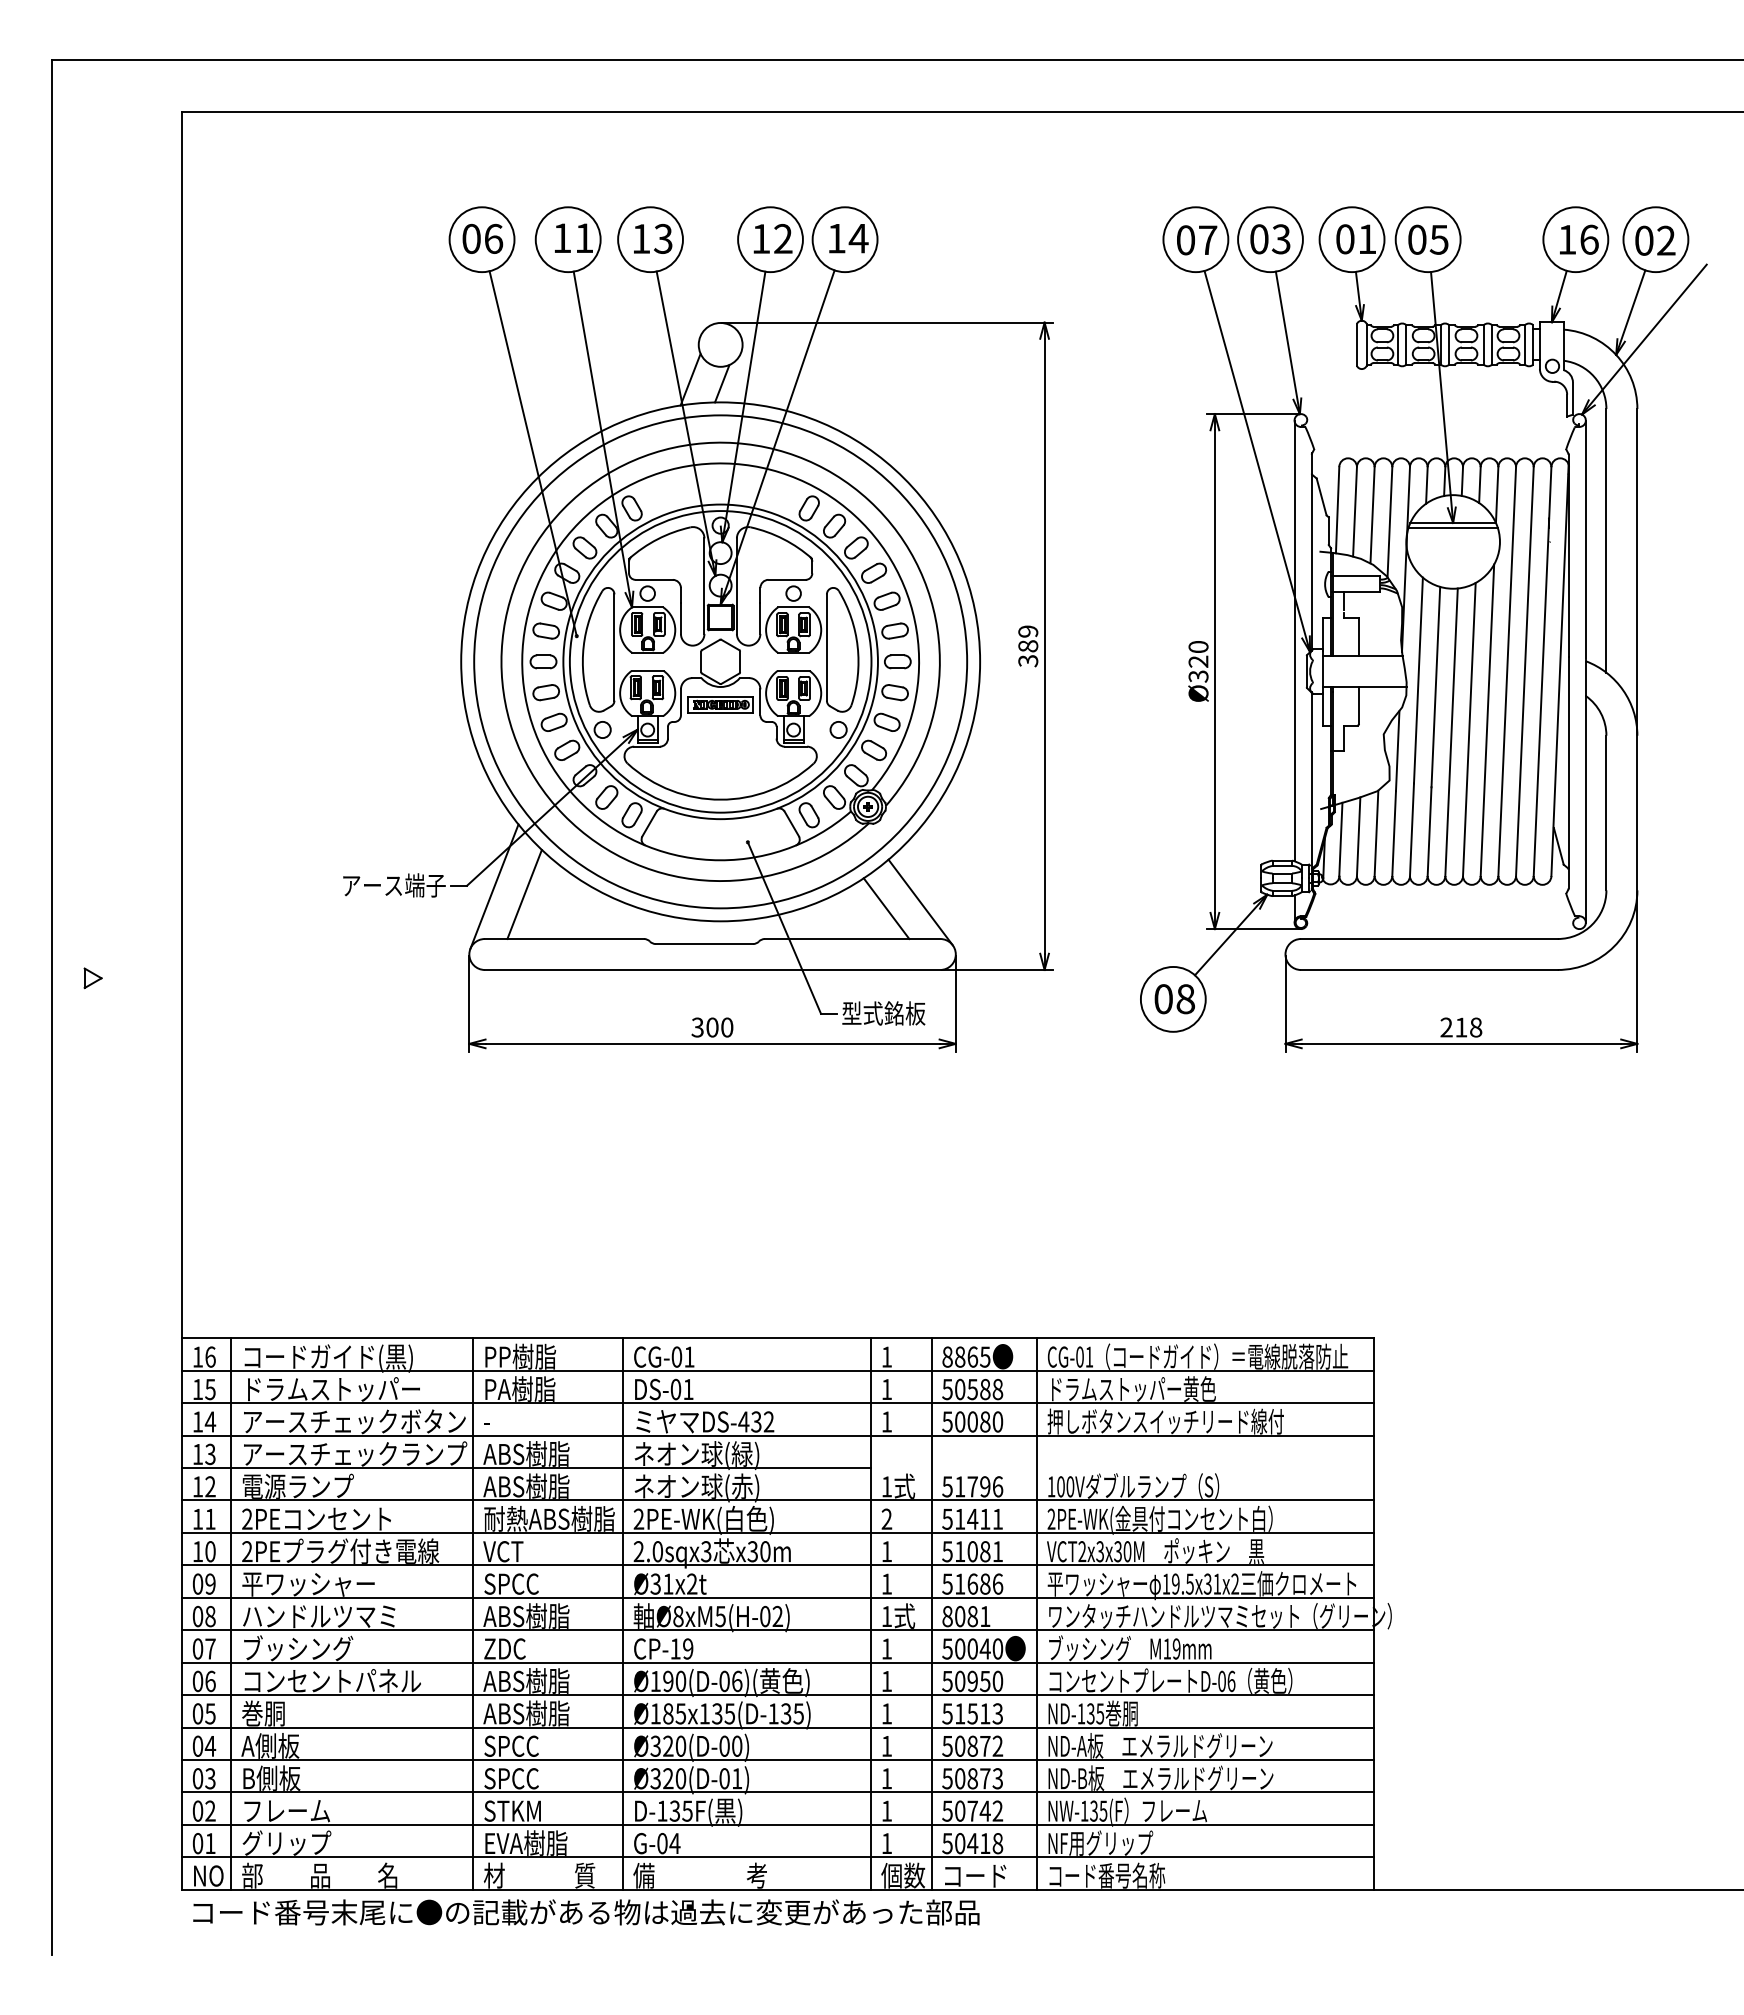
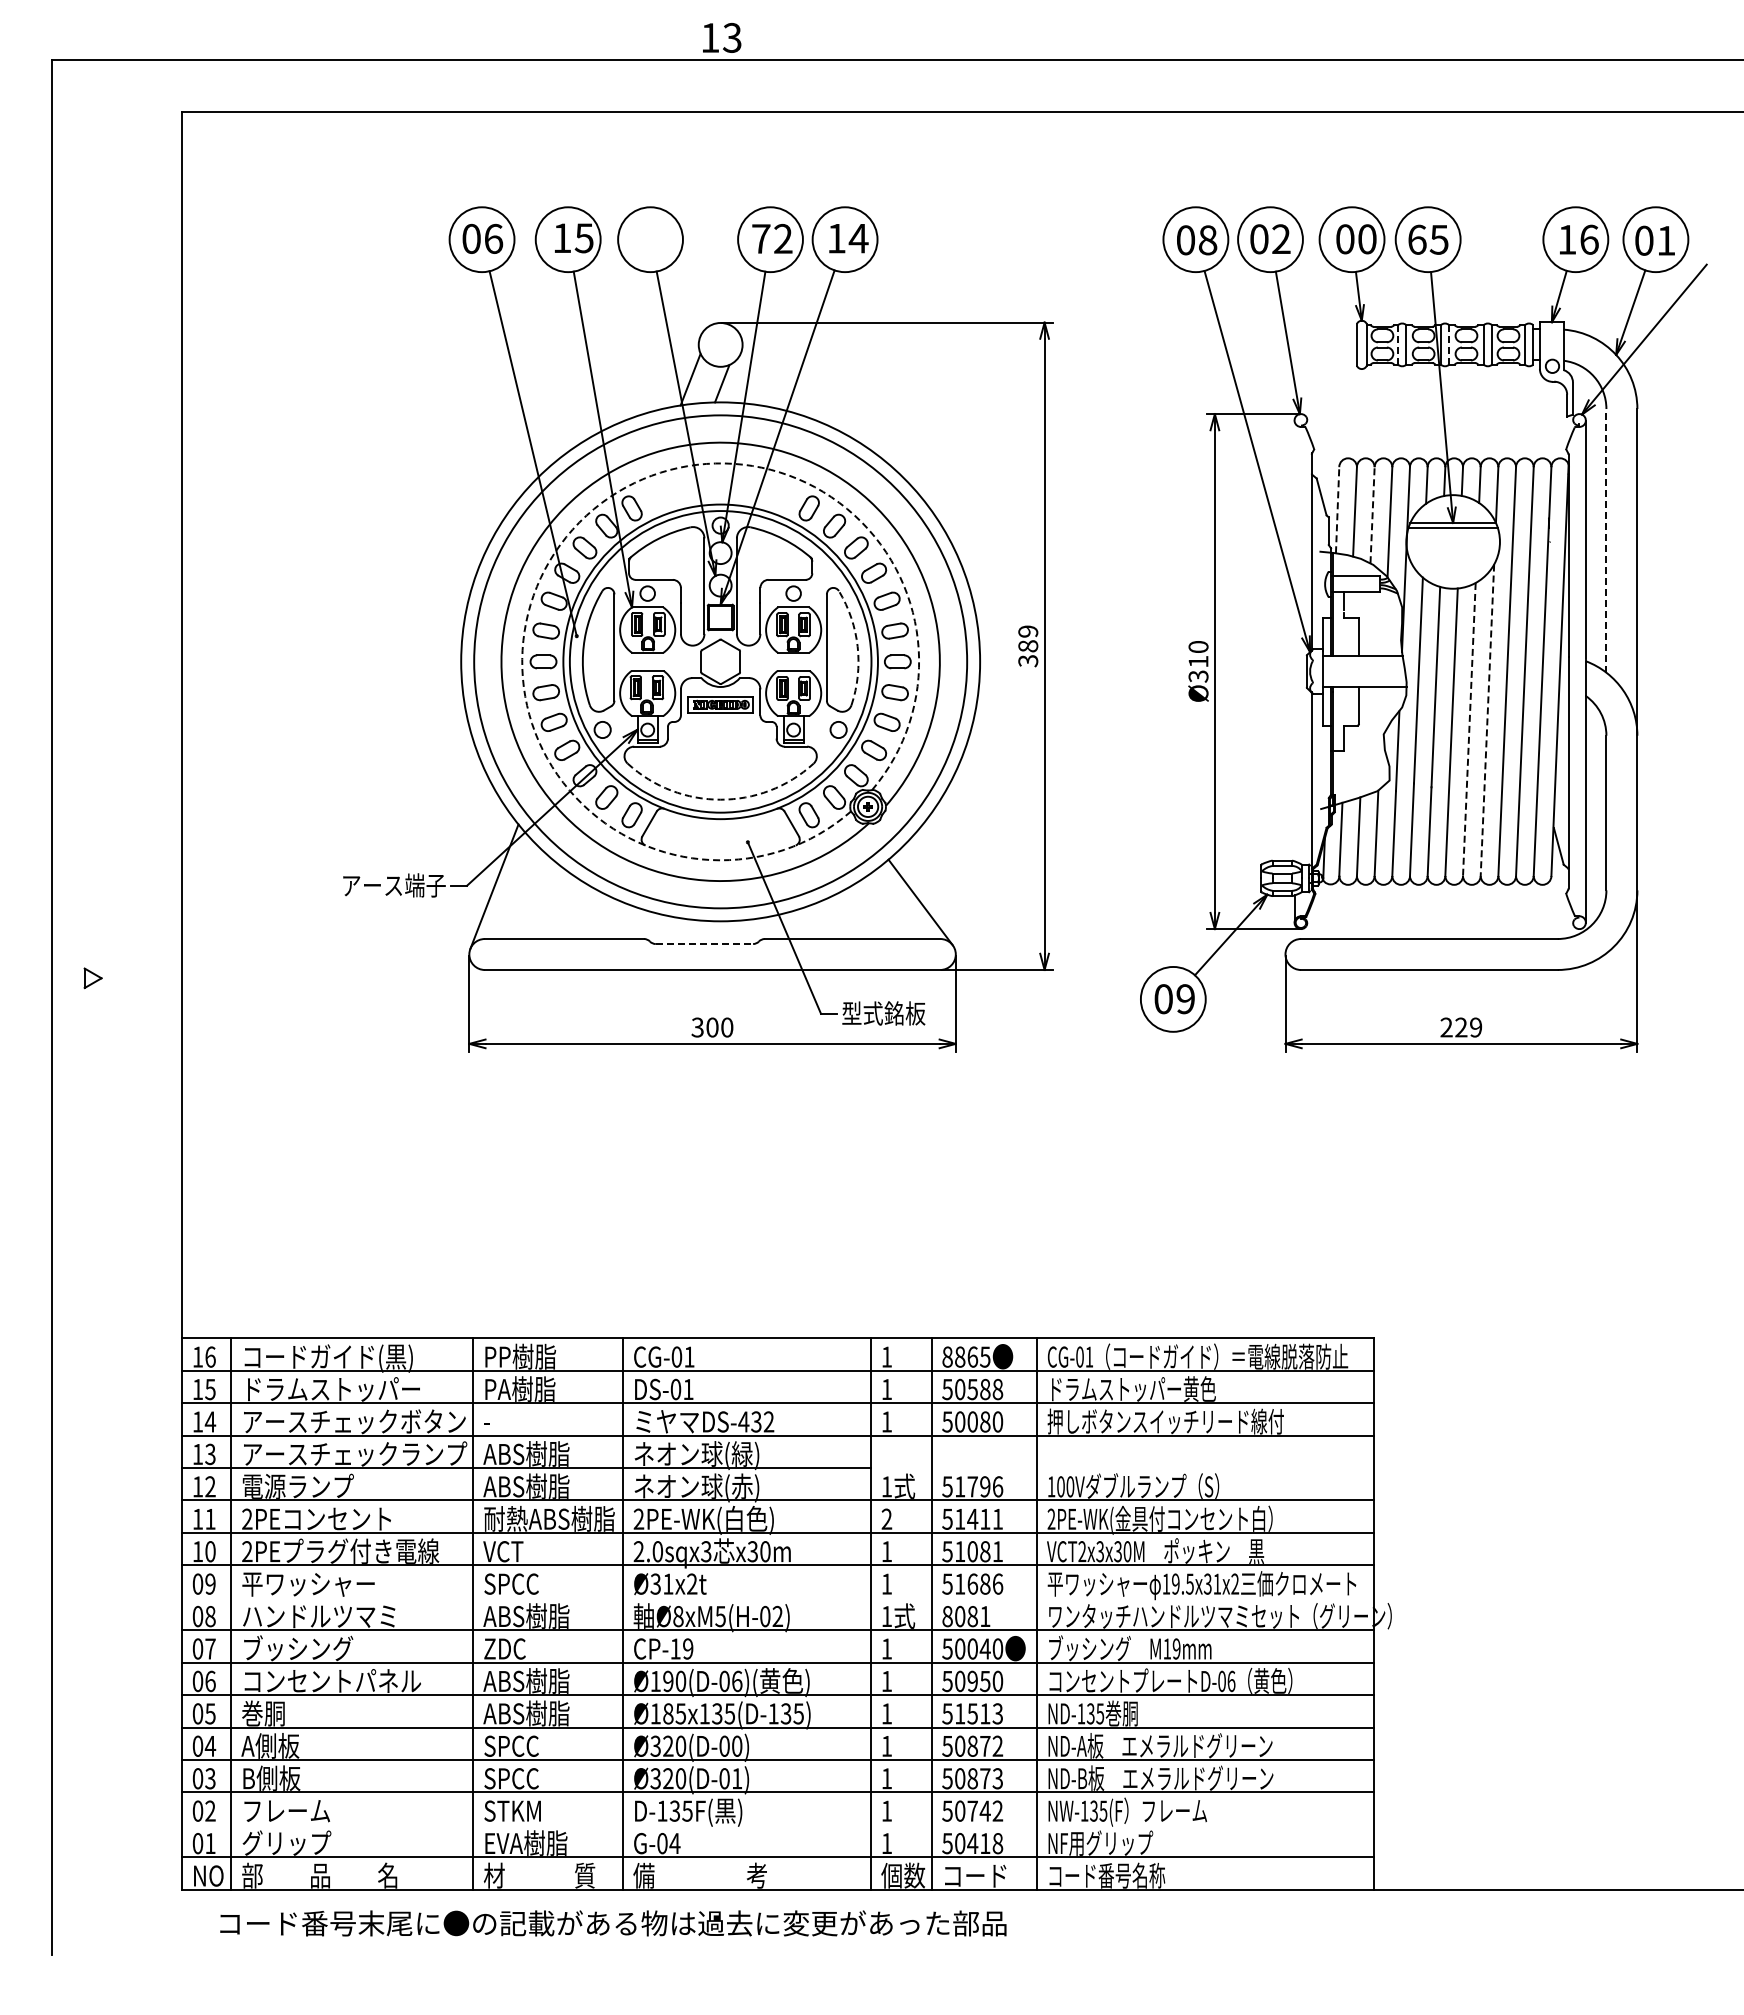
text at (583, 238): 11 -> 15
text at (653, 238) position: (653, 238) -> (722, 37)
text at (761, 238): 12 -> 72
text at (1280, 239): 03 -> 02
text at (1367, 239): 01 -> 00
text at (1417, 239): 05 -> 65
text at (1208, 240): 07 -> 08
text at (1666, 240): 02 -> 01
line at (1398, 344): solid -> dashed
line at (1449, 344): solid -> dashed
line at (1337, 509): solid -> dashed
line at (1372, 514): solid -> dashed
arc at (579, 522): solid -> dashed
line at (1606, 540): solid -> dashed
line at (1294, 640): present -> none
arc at (857, 646): solid -> dashed
text at (1198, 661): Ø320 -> Ø310
line at (1487, 720): solid -> dashed
line at (1469, 729): solid -> dashed
arc at (720, 799): solid -> dashed
line at (524, 894): present -> none
line at (886, 908): present -> none
line at (704, 944): solid -> dashed
text at (1185, 999): 08 -> 09
text at (1468, 1027): 218 -> 229
line at (777, 1597): present -> none
line at (777, 1824): present -> none
text at (586, 1912) position: (586, 1912) -> (613, 1923)
